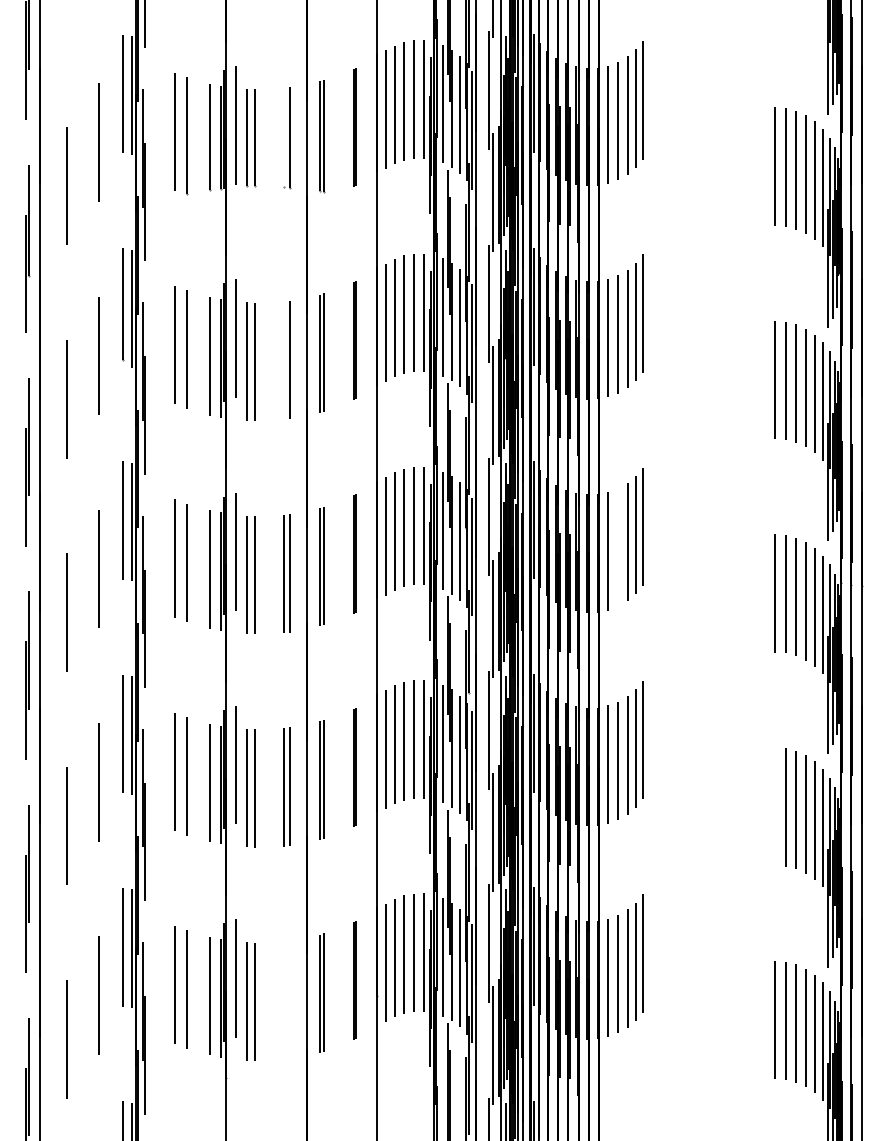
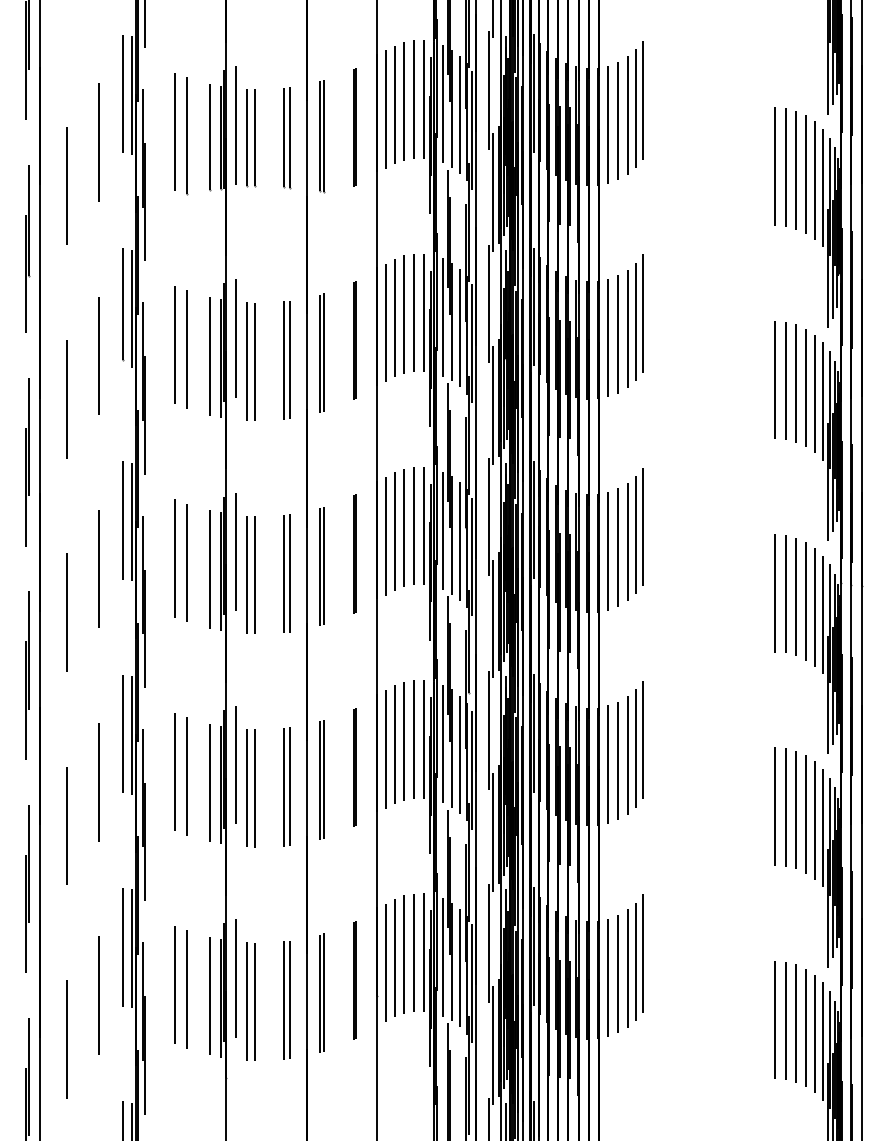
line at (283, 137): none -> present
line at (283, 360): none -> present
line at (617, 547): none -> present
line at (775, 806): none -> present
part at (286, 1000): none -> present
